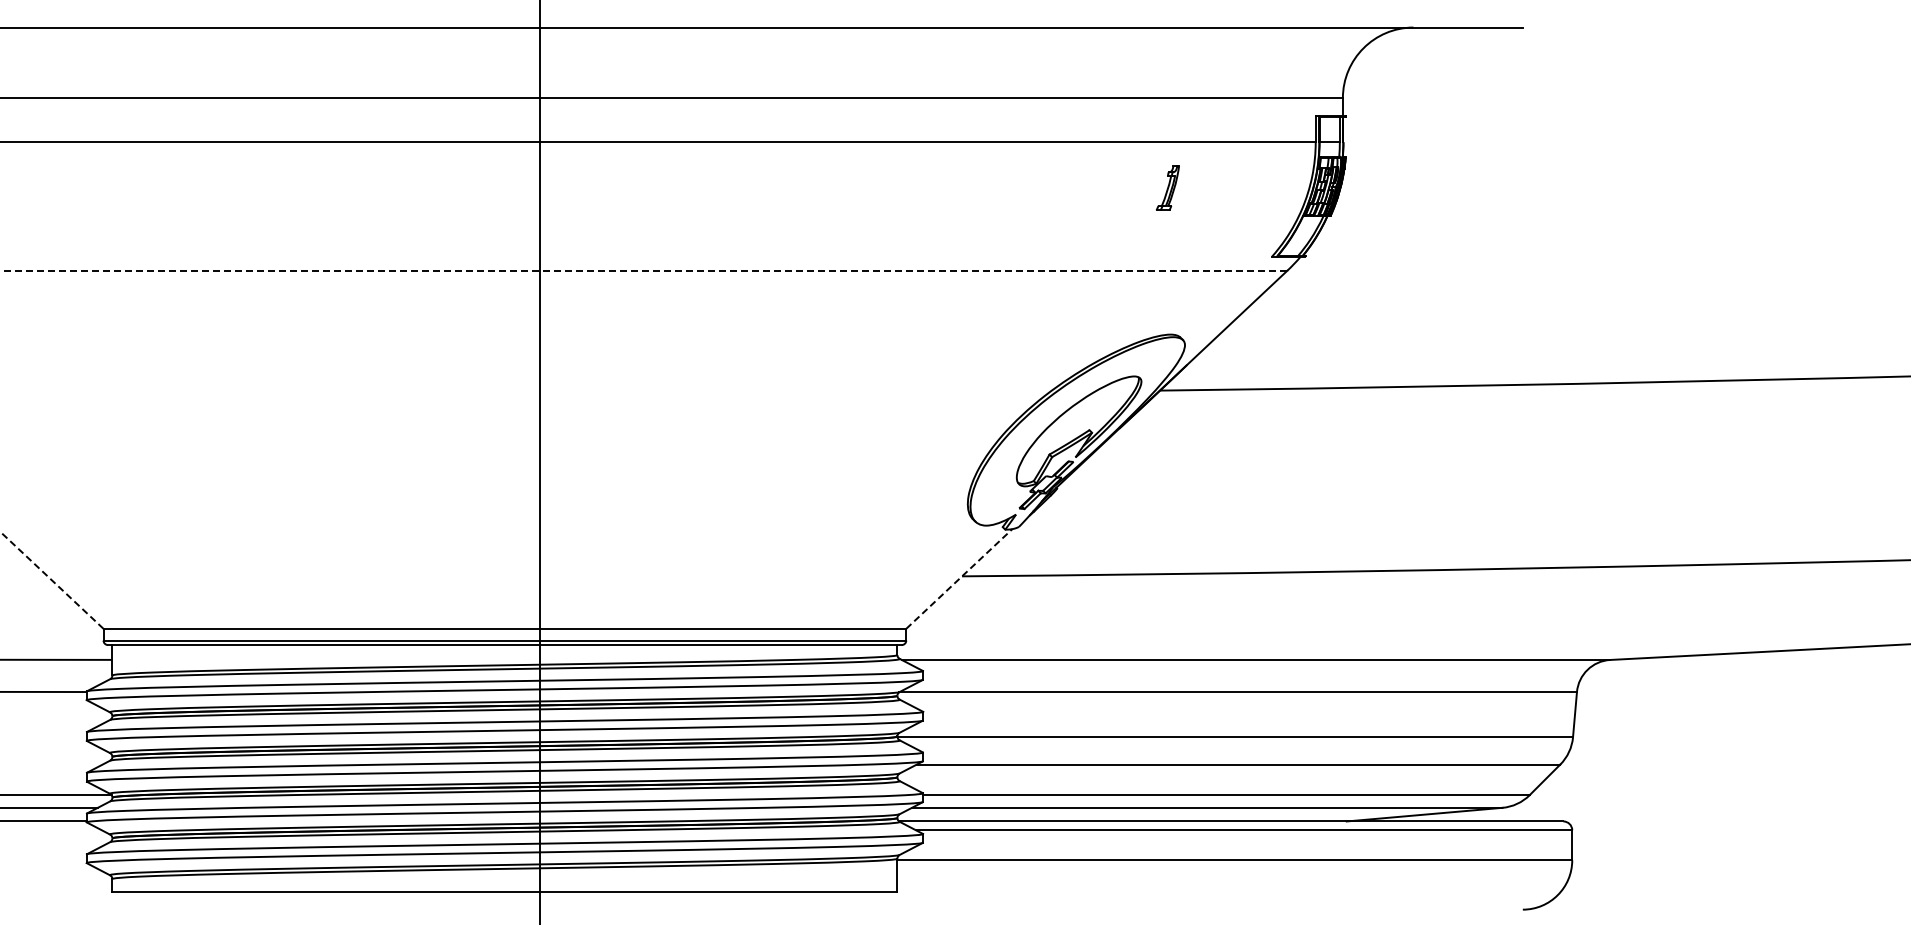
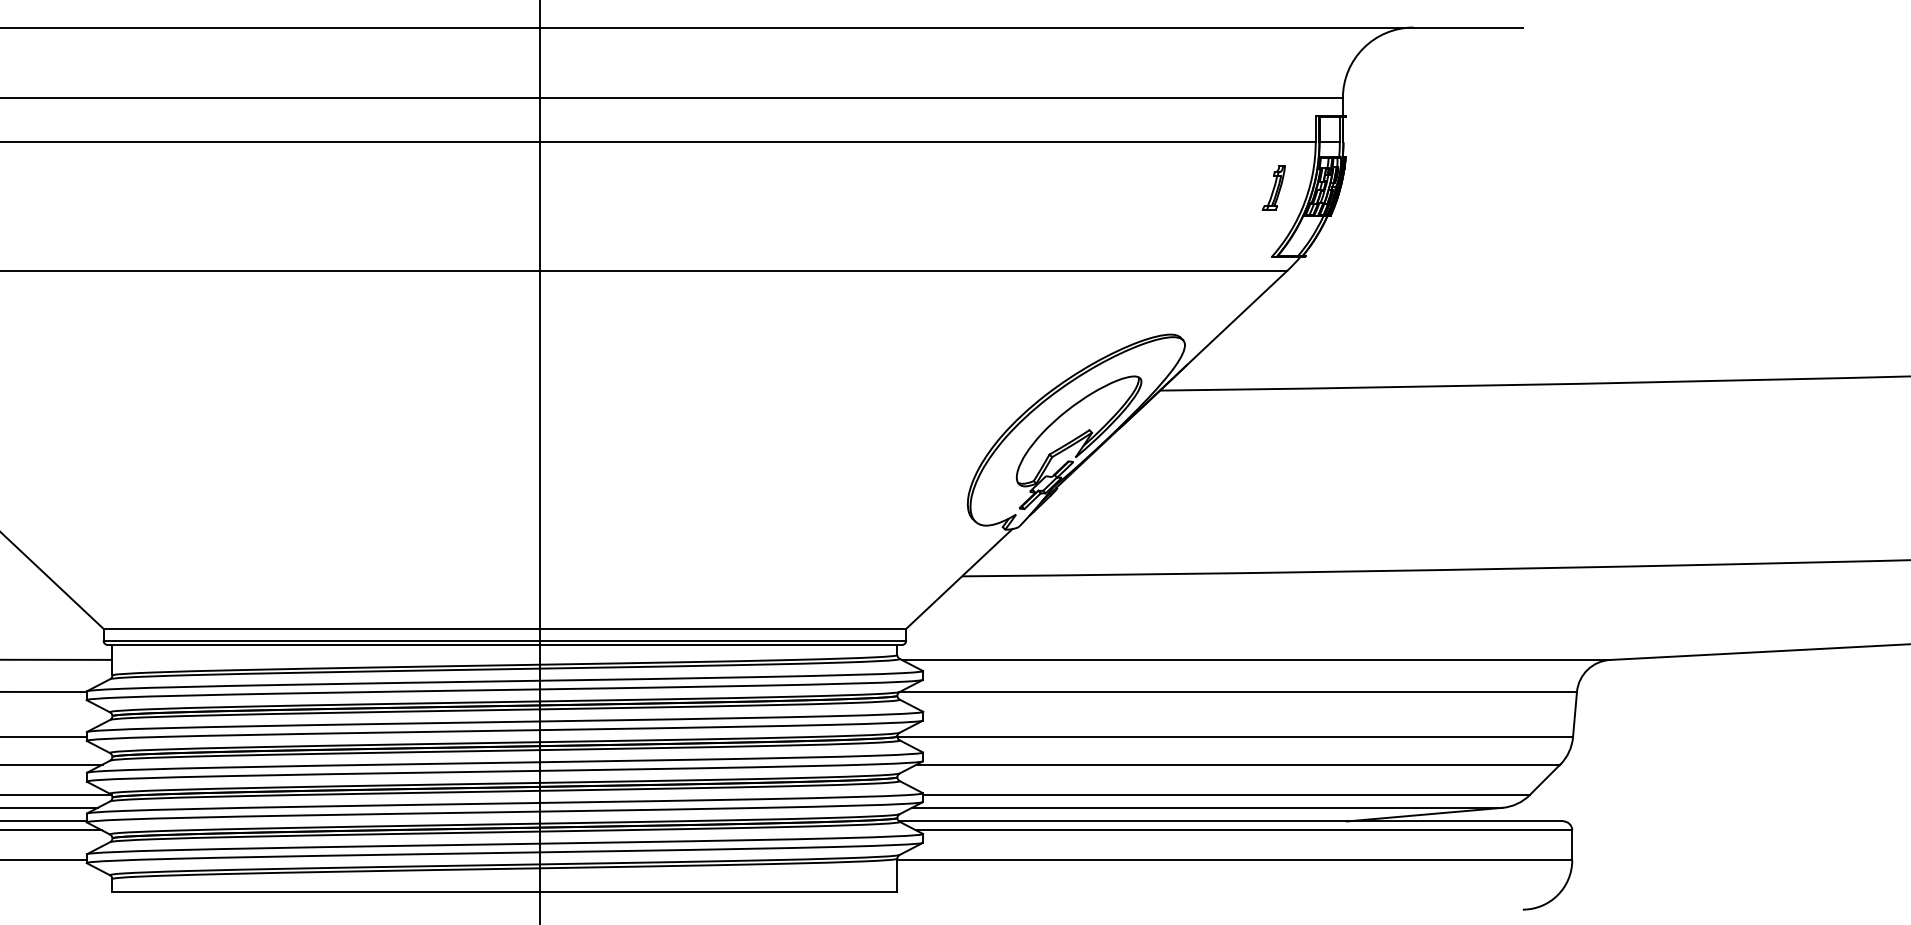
part at (1167, 187) position: (1167, 187) -> (1273, 187)
line at (643, 270): dashed -> solid
line at (959, 578): dashed -> solid
line at (51, 580): dashed -> solid
line at (44, 737): none -> present
line at (52, 764): none -> present
line at (51, 830): none -> present
line at (44, 860): none -> present
